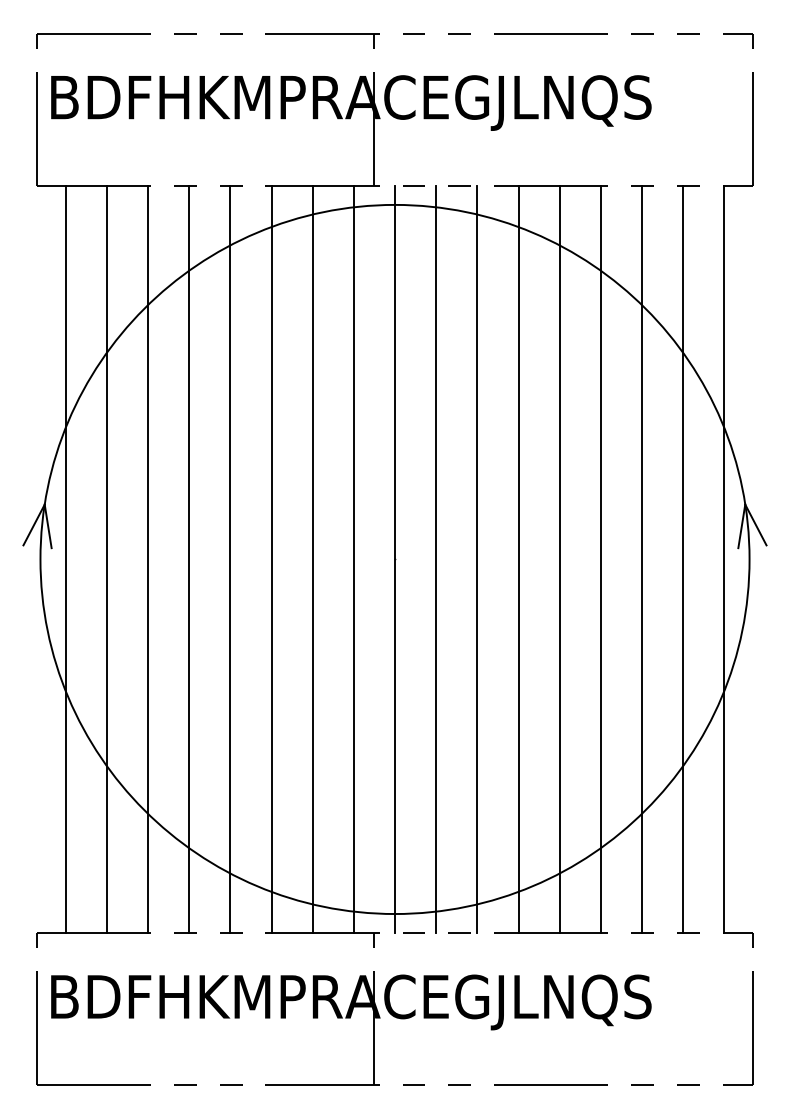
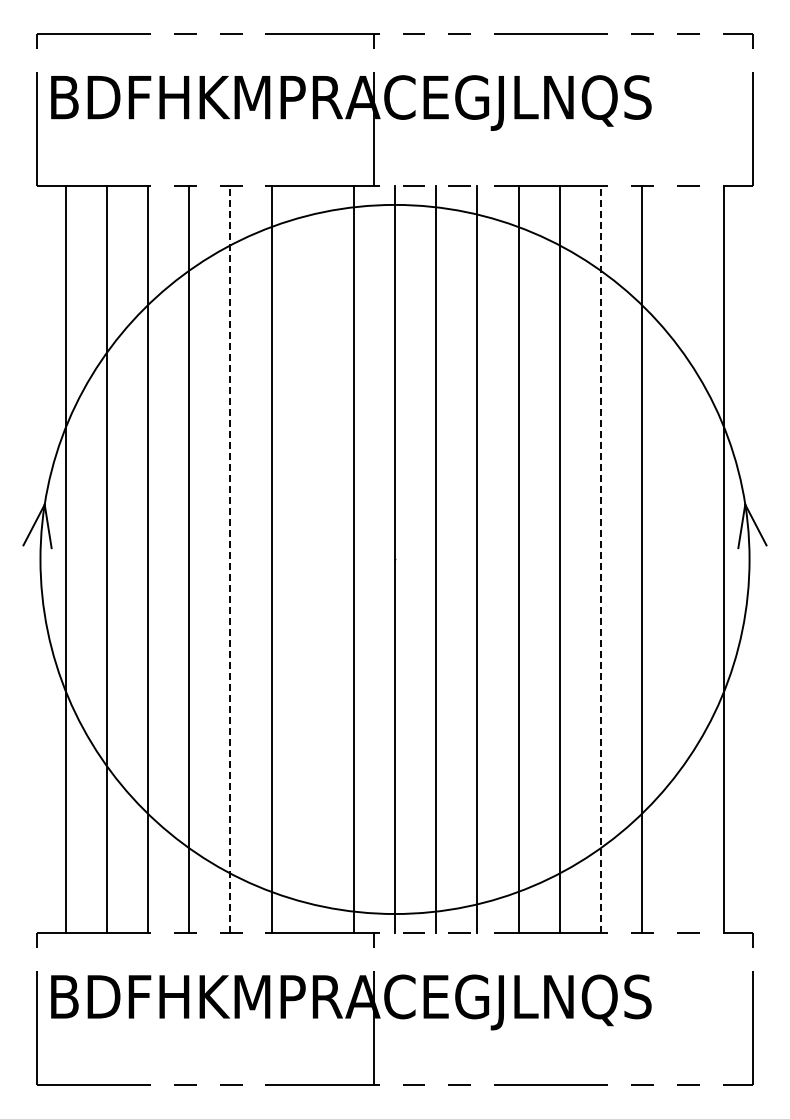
line at (230, 559): solid -> dashed
line at (312, 559): present -> none
line at (600, 559): solid -> dashed
line at (683, 559): present -> none
